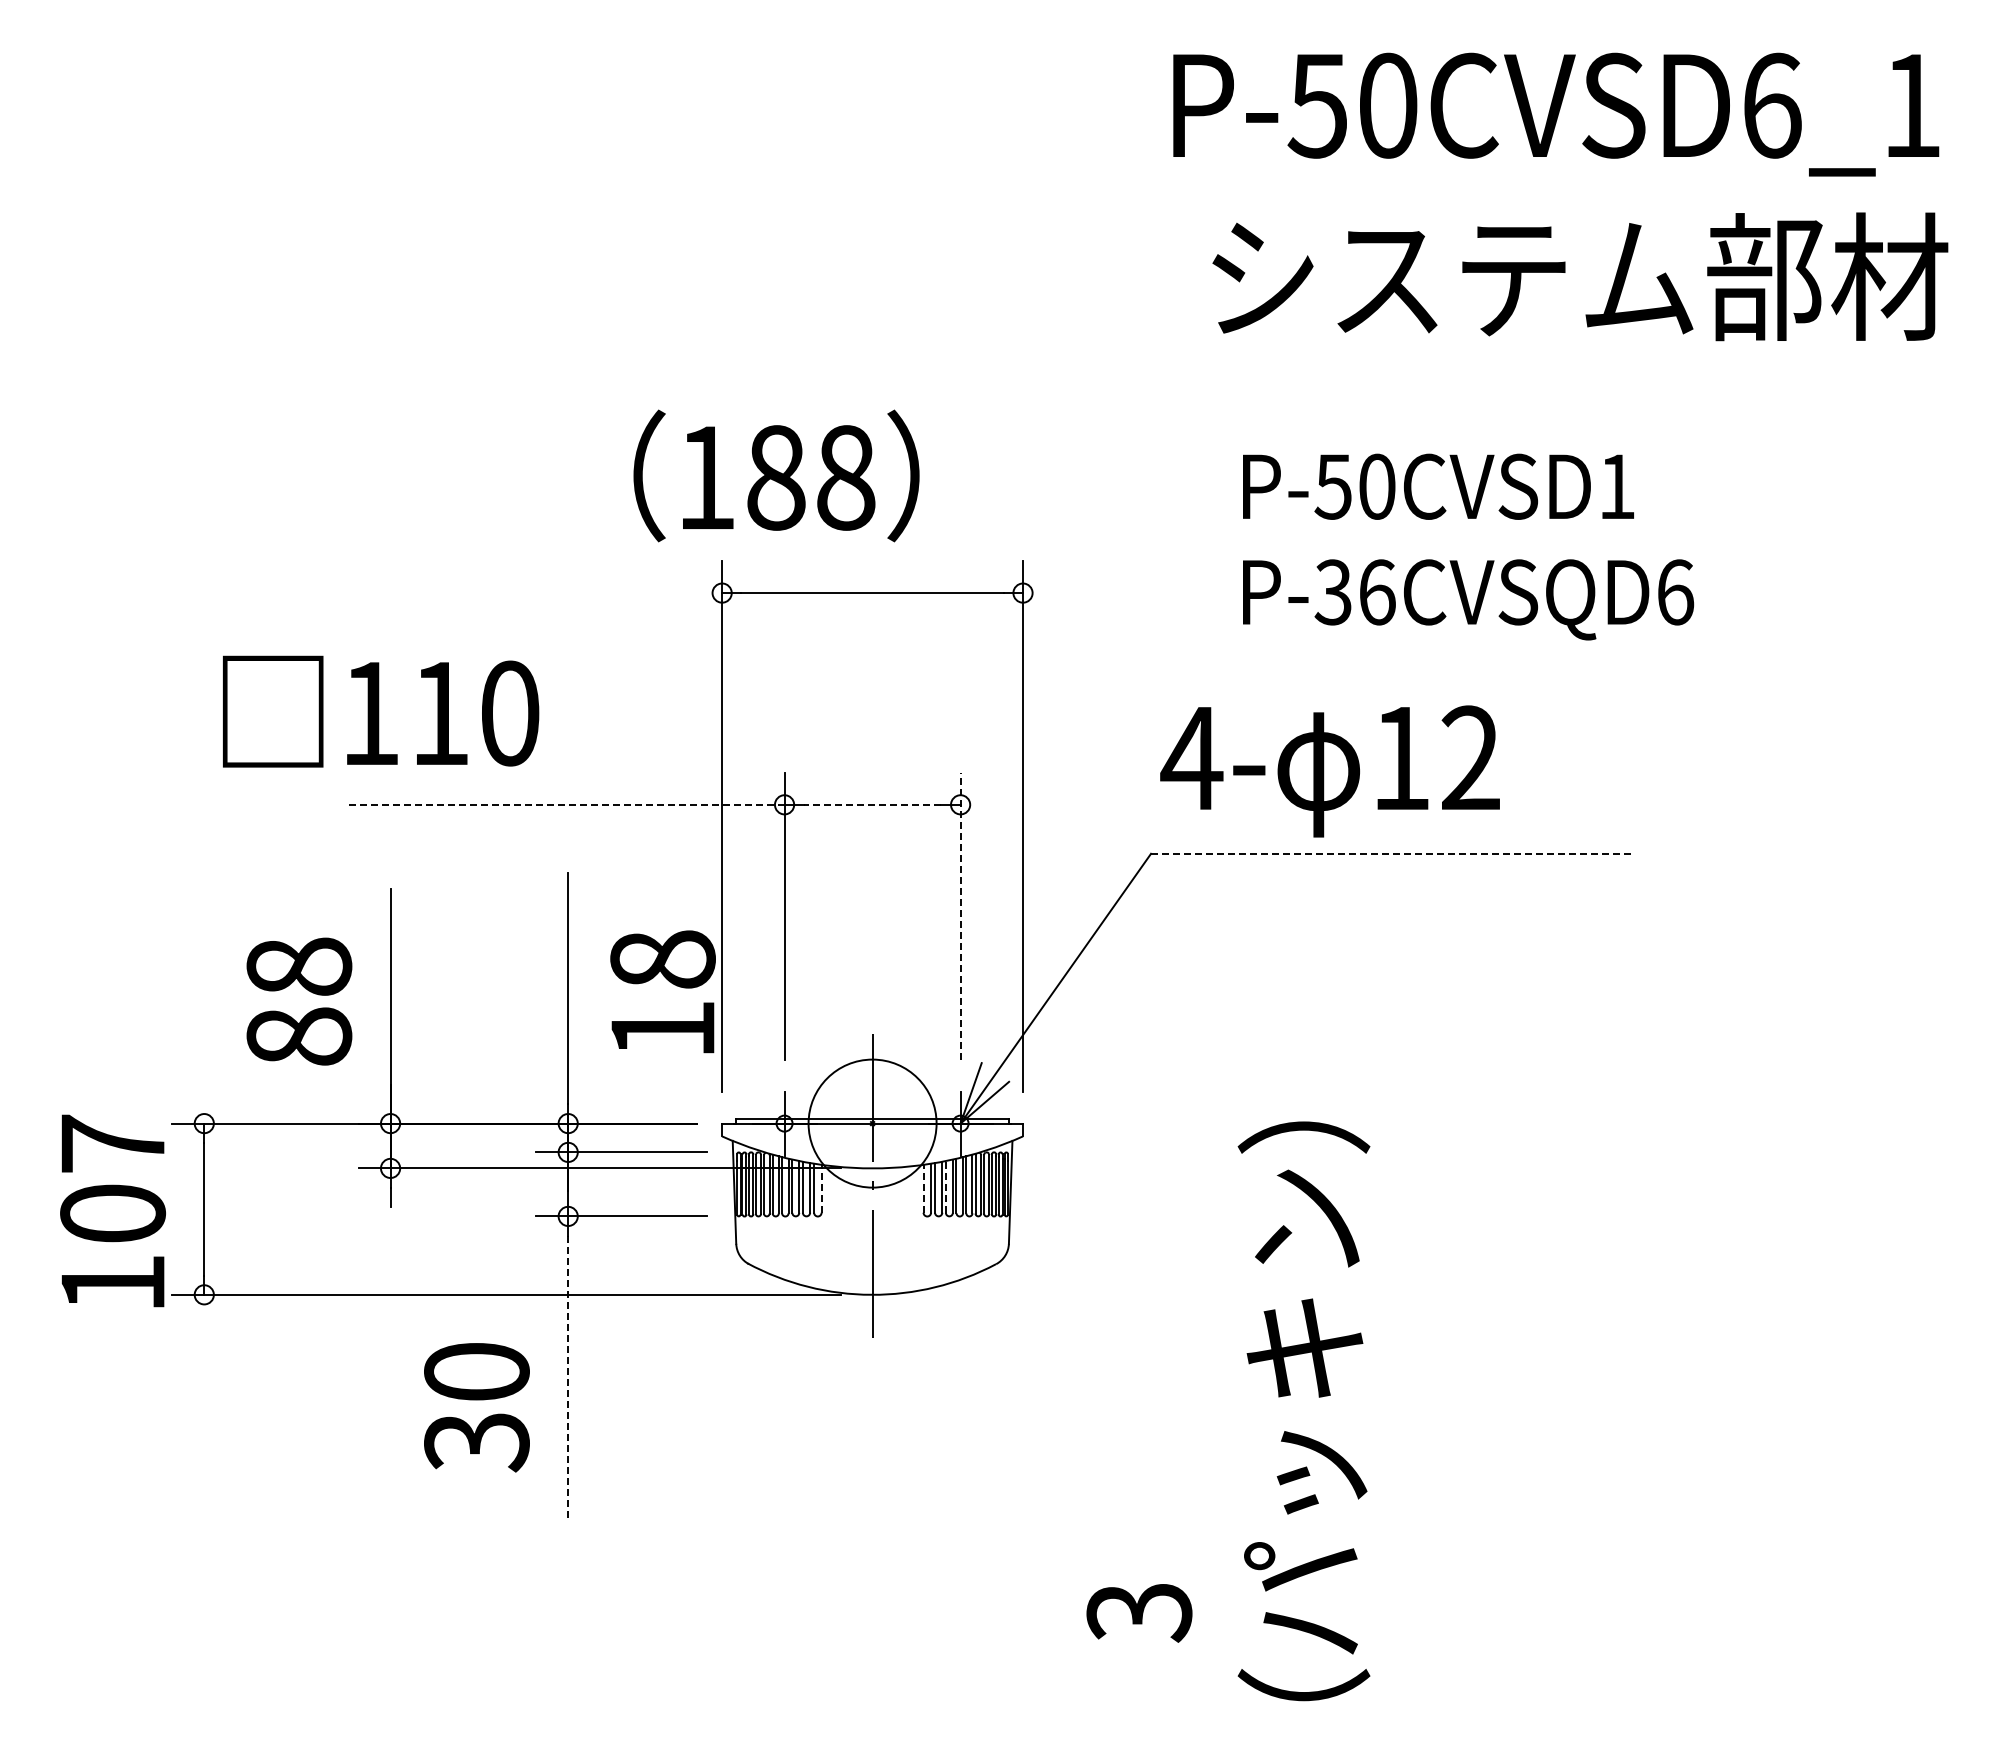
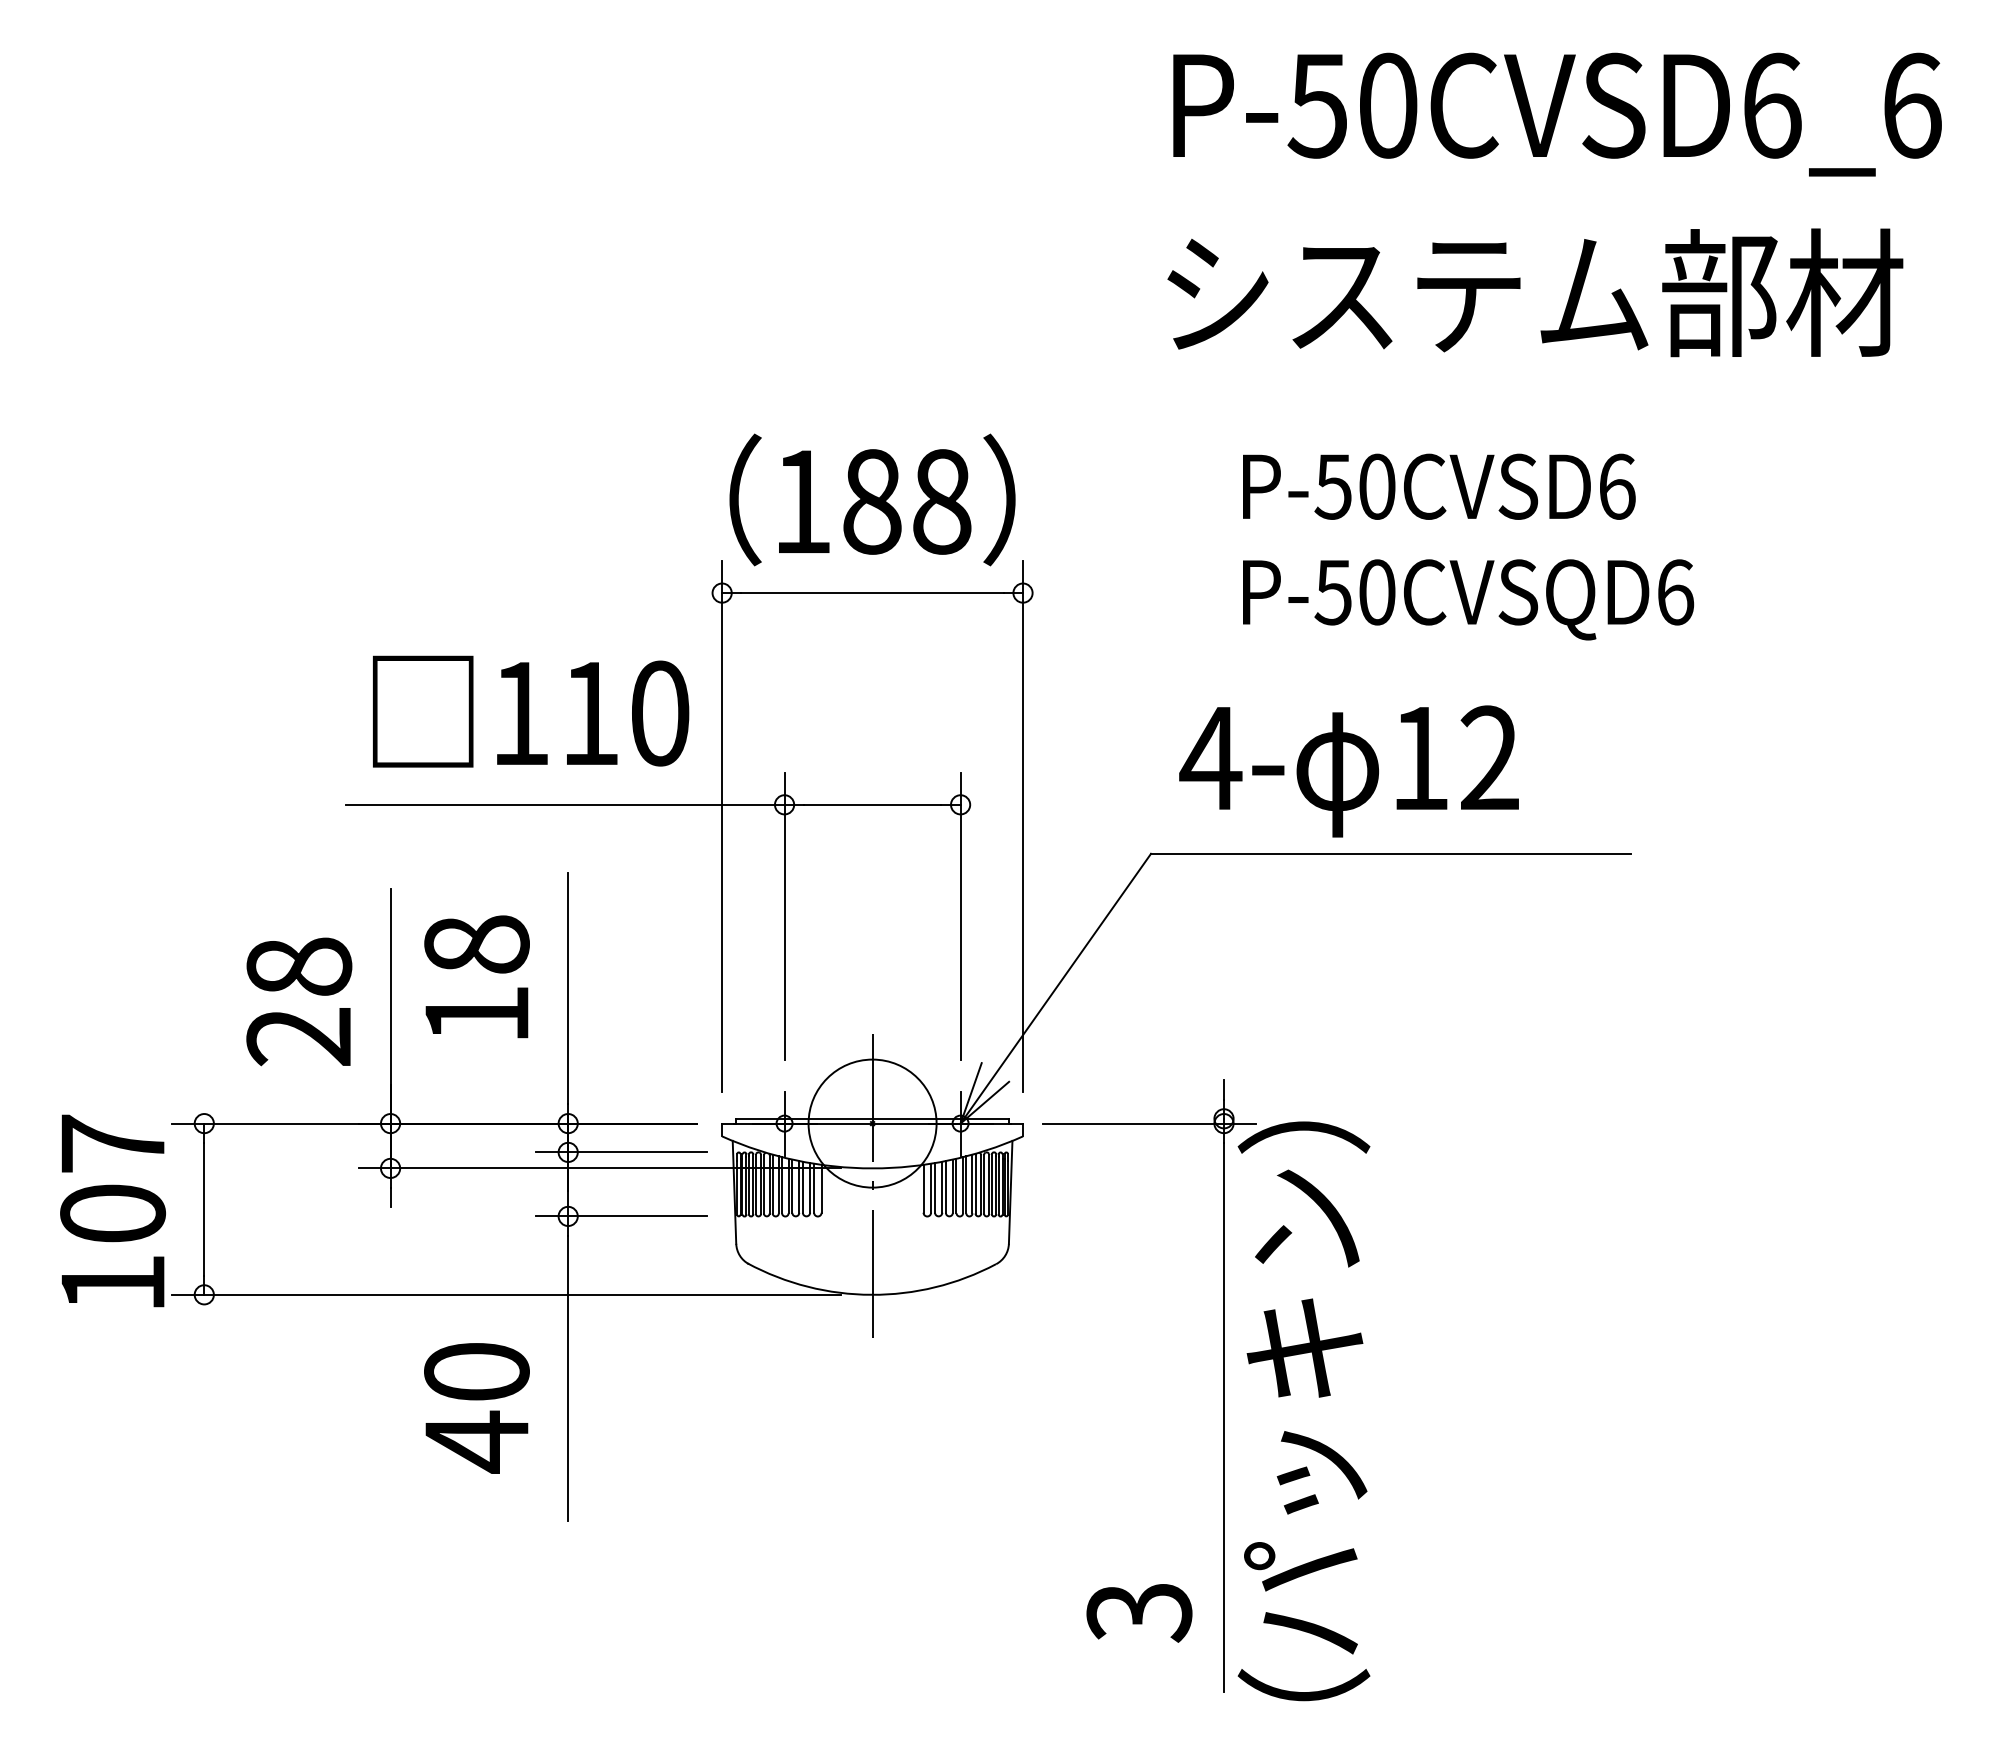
text at (1912, 105): P-50CVSD6_1 -> P-50CVSD6_6
text at (1580, 276) position: (1580, 276) -> (1535, 292)
text at (776, 475) position: (776, 475) -> (872, 499)
text at (1617, 486): P-50CVSD1 -> P-50CVSD6
text at (1354, 592): P-36CVSQD6 -> P-50CVSQD6
text at (381, 711) position: (381, 711) -> (531, 711)
text at (1329, 771) position: (1329, 771) -> (1348, 771)
line at (564, 804): dashed -> solid
line at (872, 804): dashed -> solid
line at (1390, 853): dashed -> solid
line at (960, 915): dashed -> solid
text at (662, 991) position: (662, 991) -> (476, 976)
text at (299, 1036): 88 -> 28
line at (946, 1186): dashed -> solid
line at (821, 1188): dashed -> solid
line at (923, 1188): dashed -> solid
line at (568, 1378): dashed -> solid
part at (1223, 1385): none -> present
text at (476, 1441): 30 -> 40
